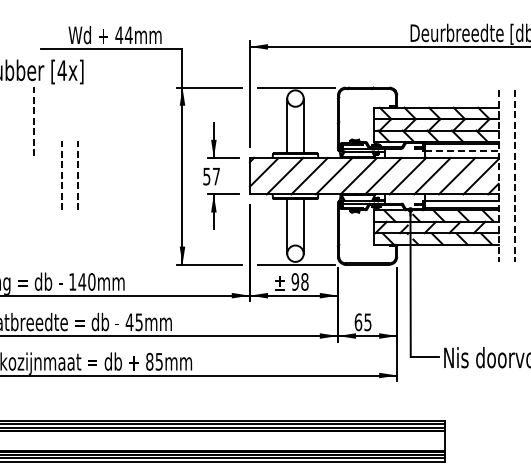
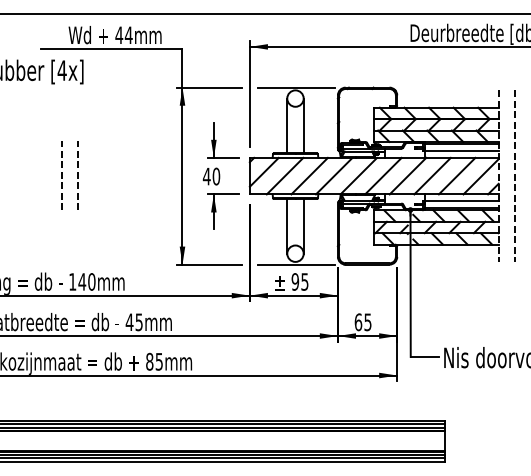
line at (264, 14): none -> present
line at (33, 121): present -> none
line at (461, 151): dashed -> solid
text at (211, 176): 57 -> 40
text at (304, 281): 98 -> 95
